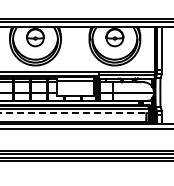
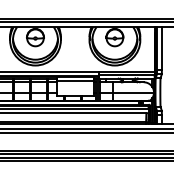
line at (73, 113): dashed -> solid
line at (86, 132): none -> present
